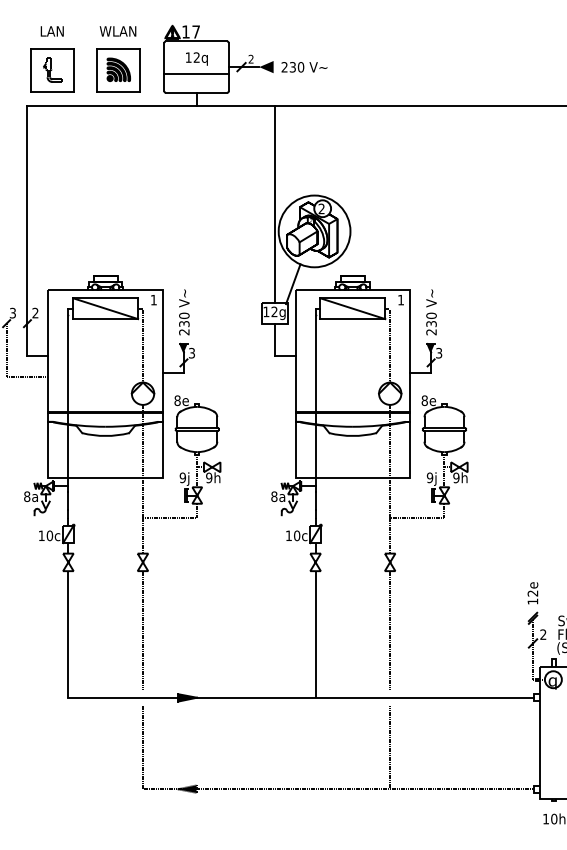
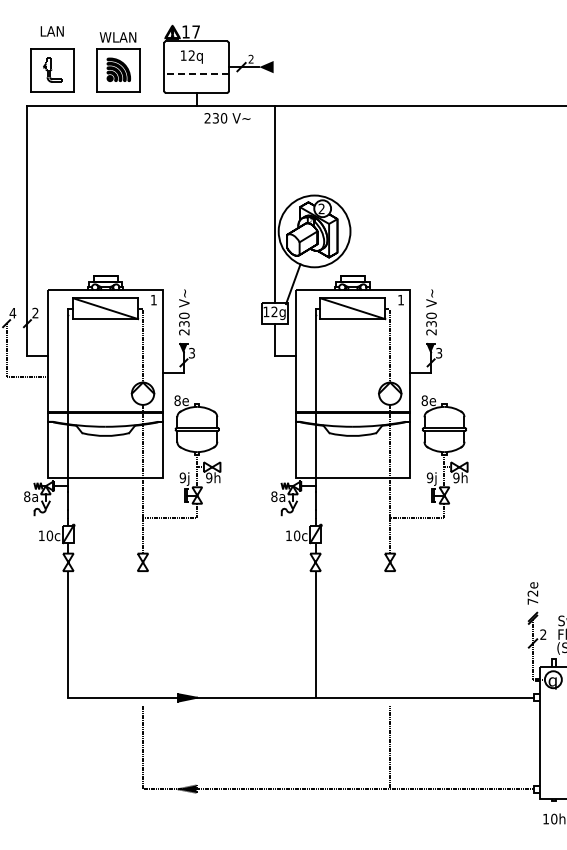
text at (117, 31) position: (117, 31) -> (117, 37)
text at (196, 58) position: (196, 58) -> (191, 56)
text at (304, 67) position: (304, 67) -> (227, 118)
line at (196, 73): solid -> dashed
text at (12, 312): 3 -> 4
text at (532, 601): 12e -> 72e
line at (142, 630): present -> none
line at (390, 630): present -> none
